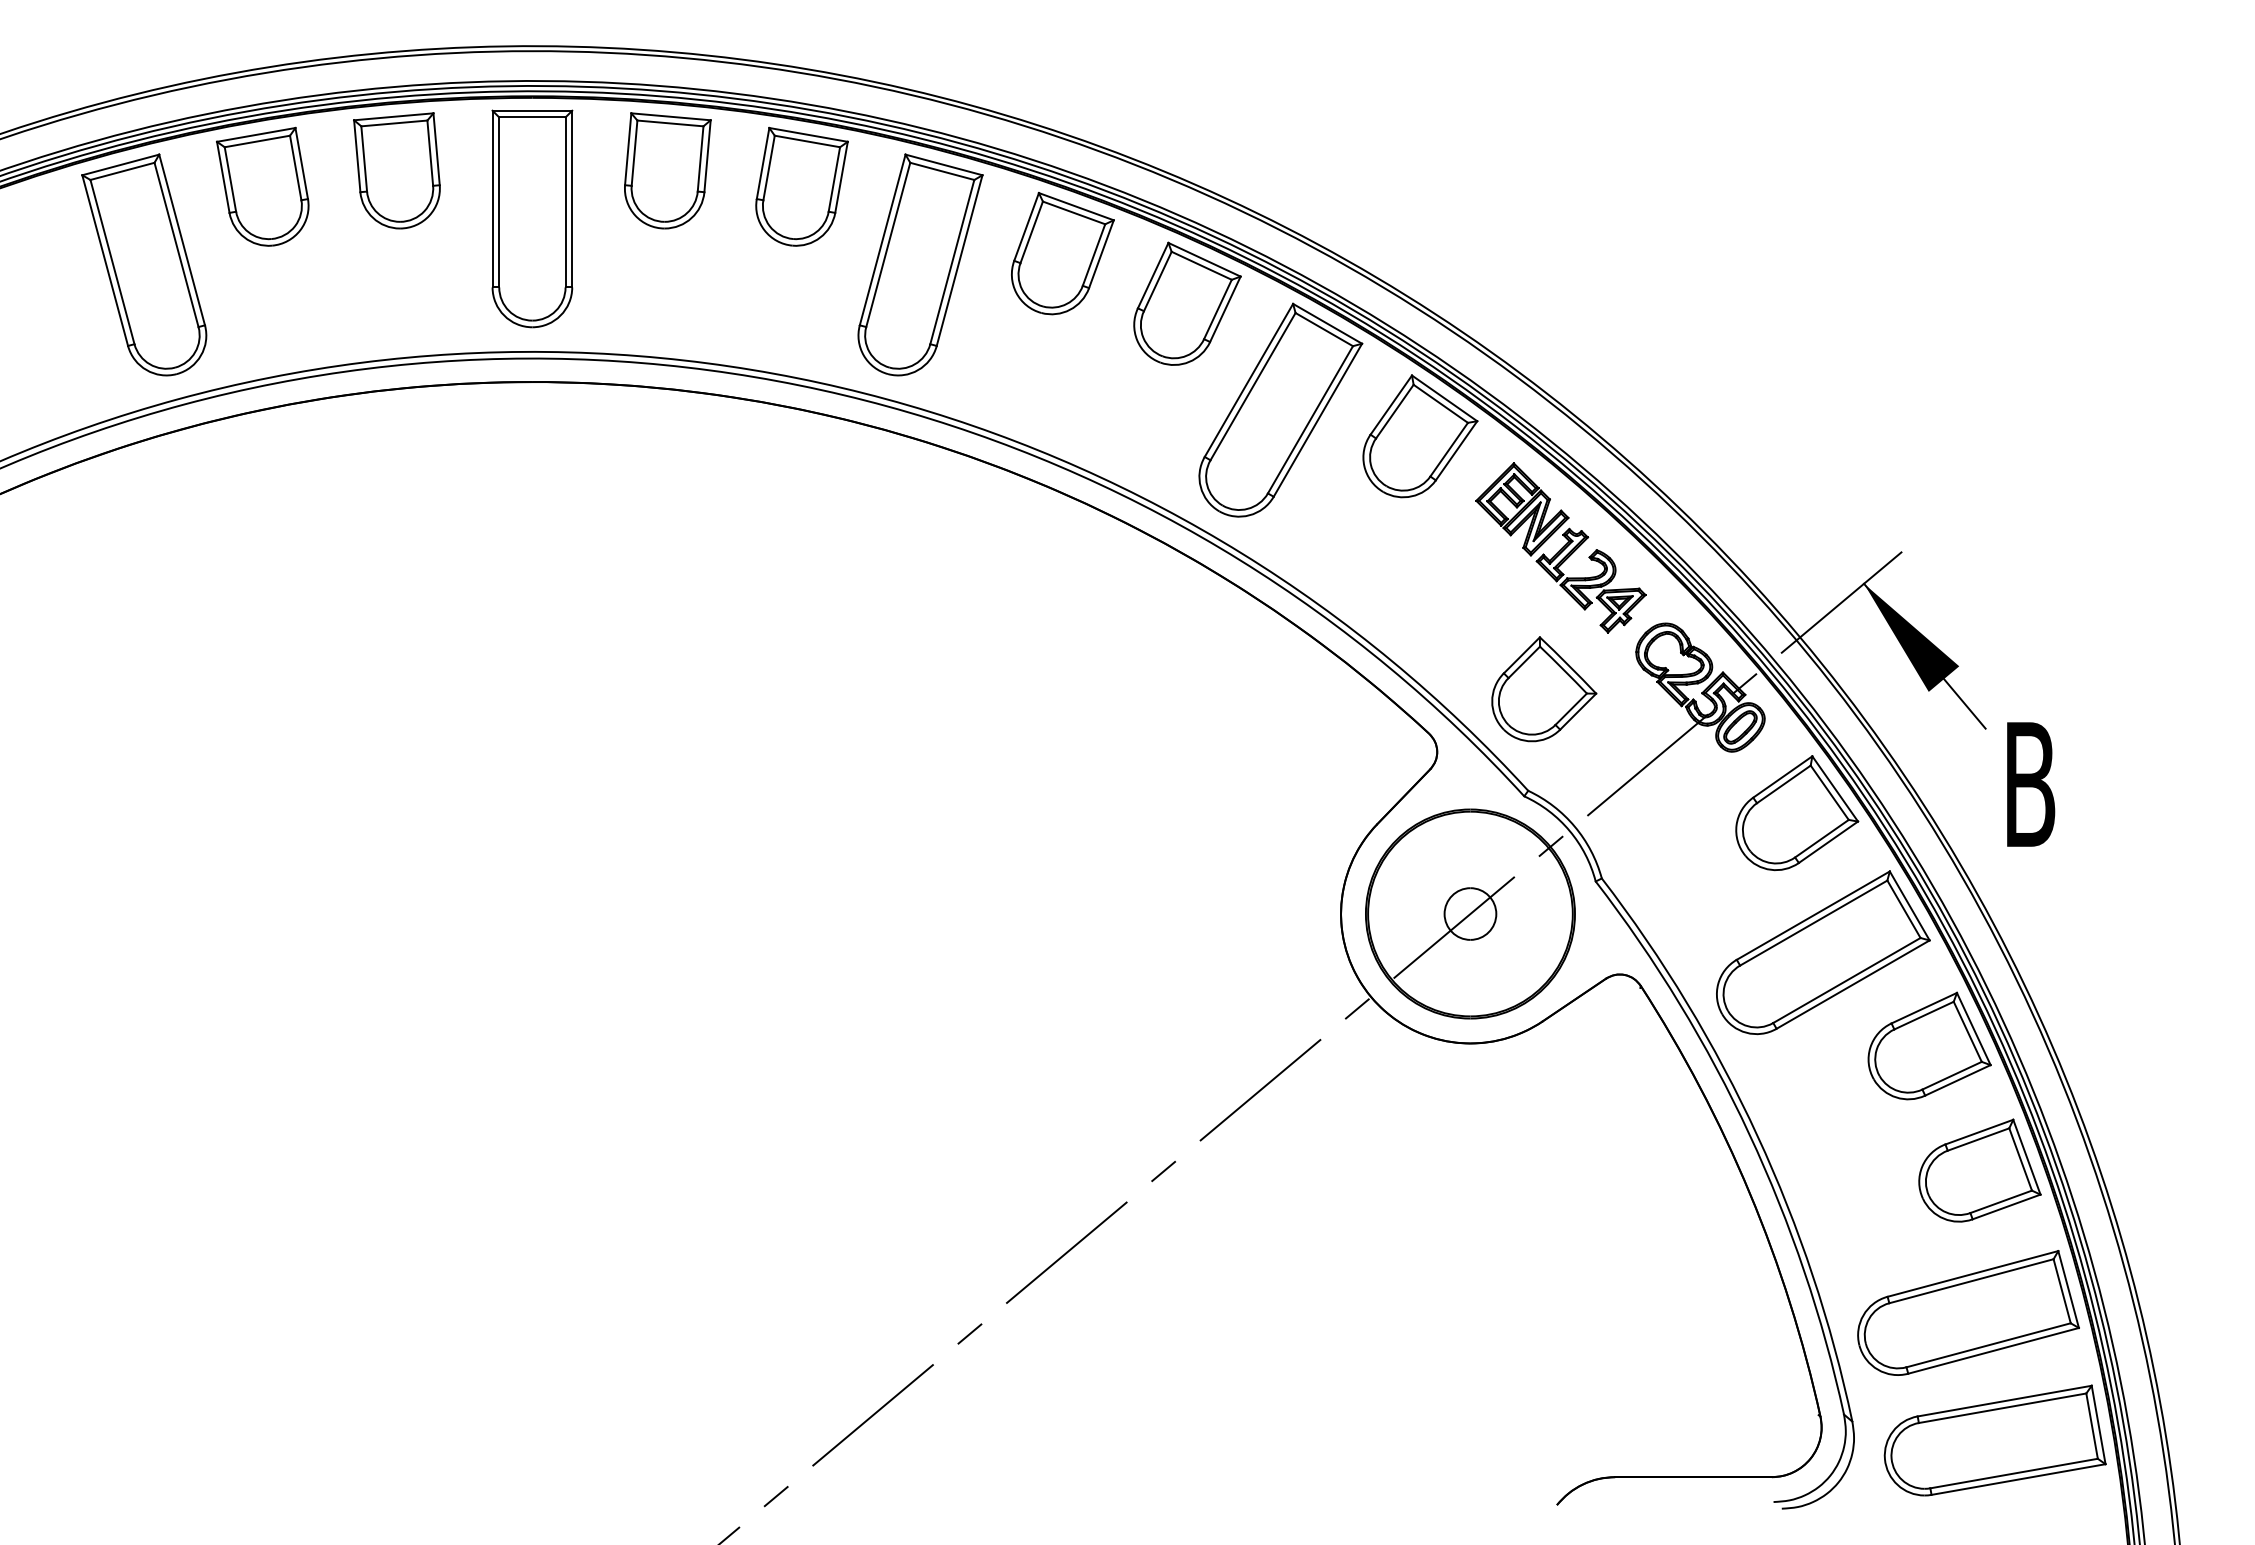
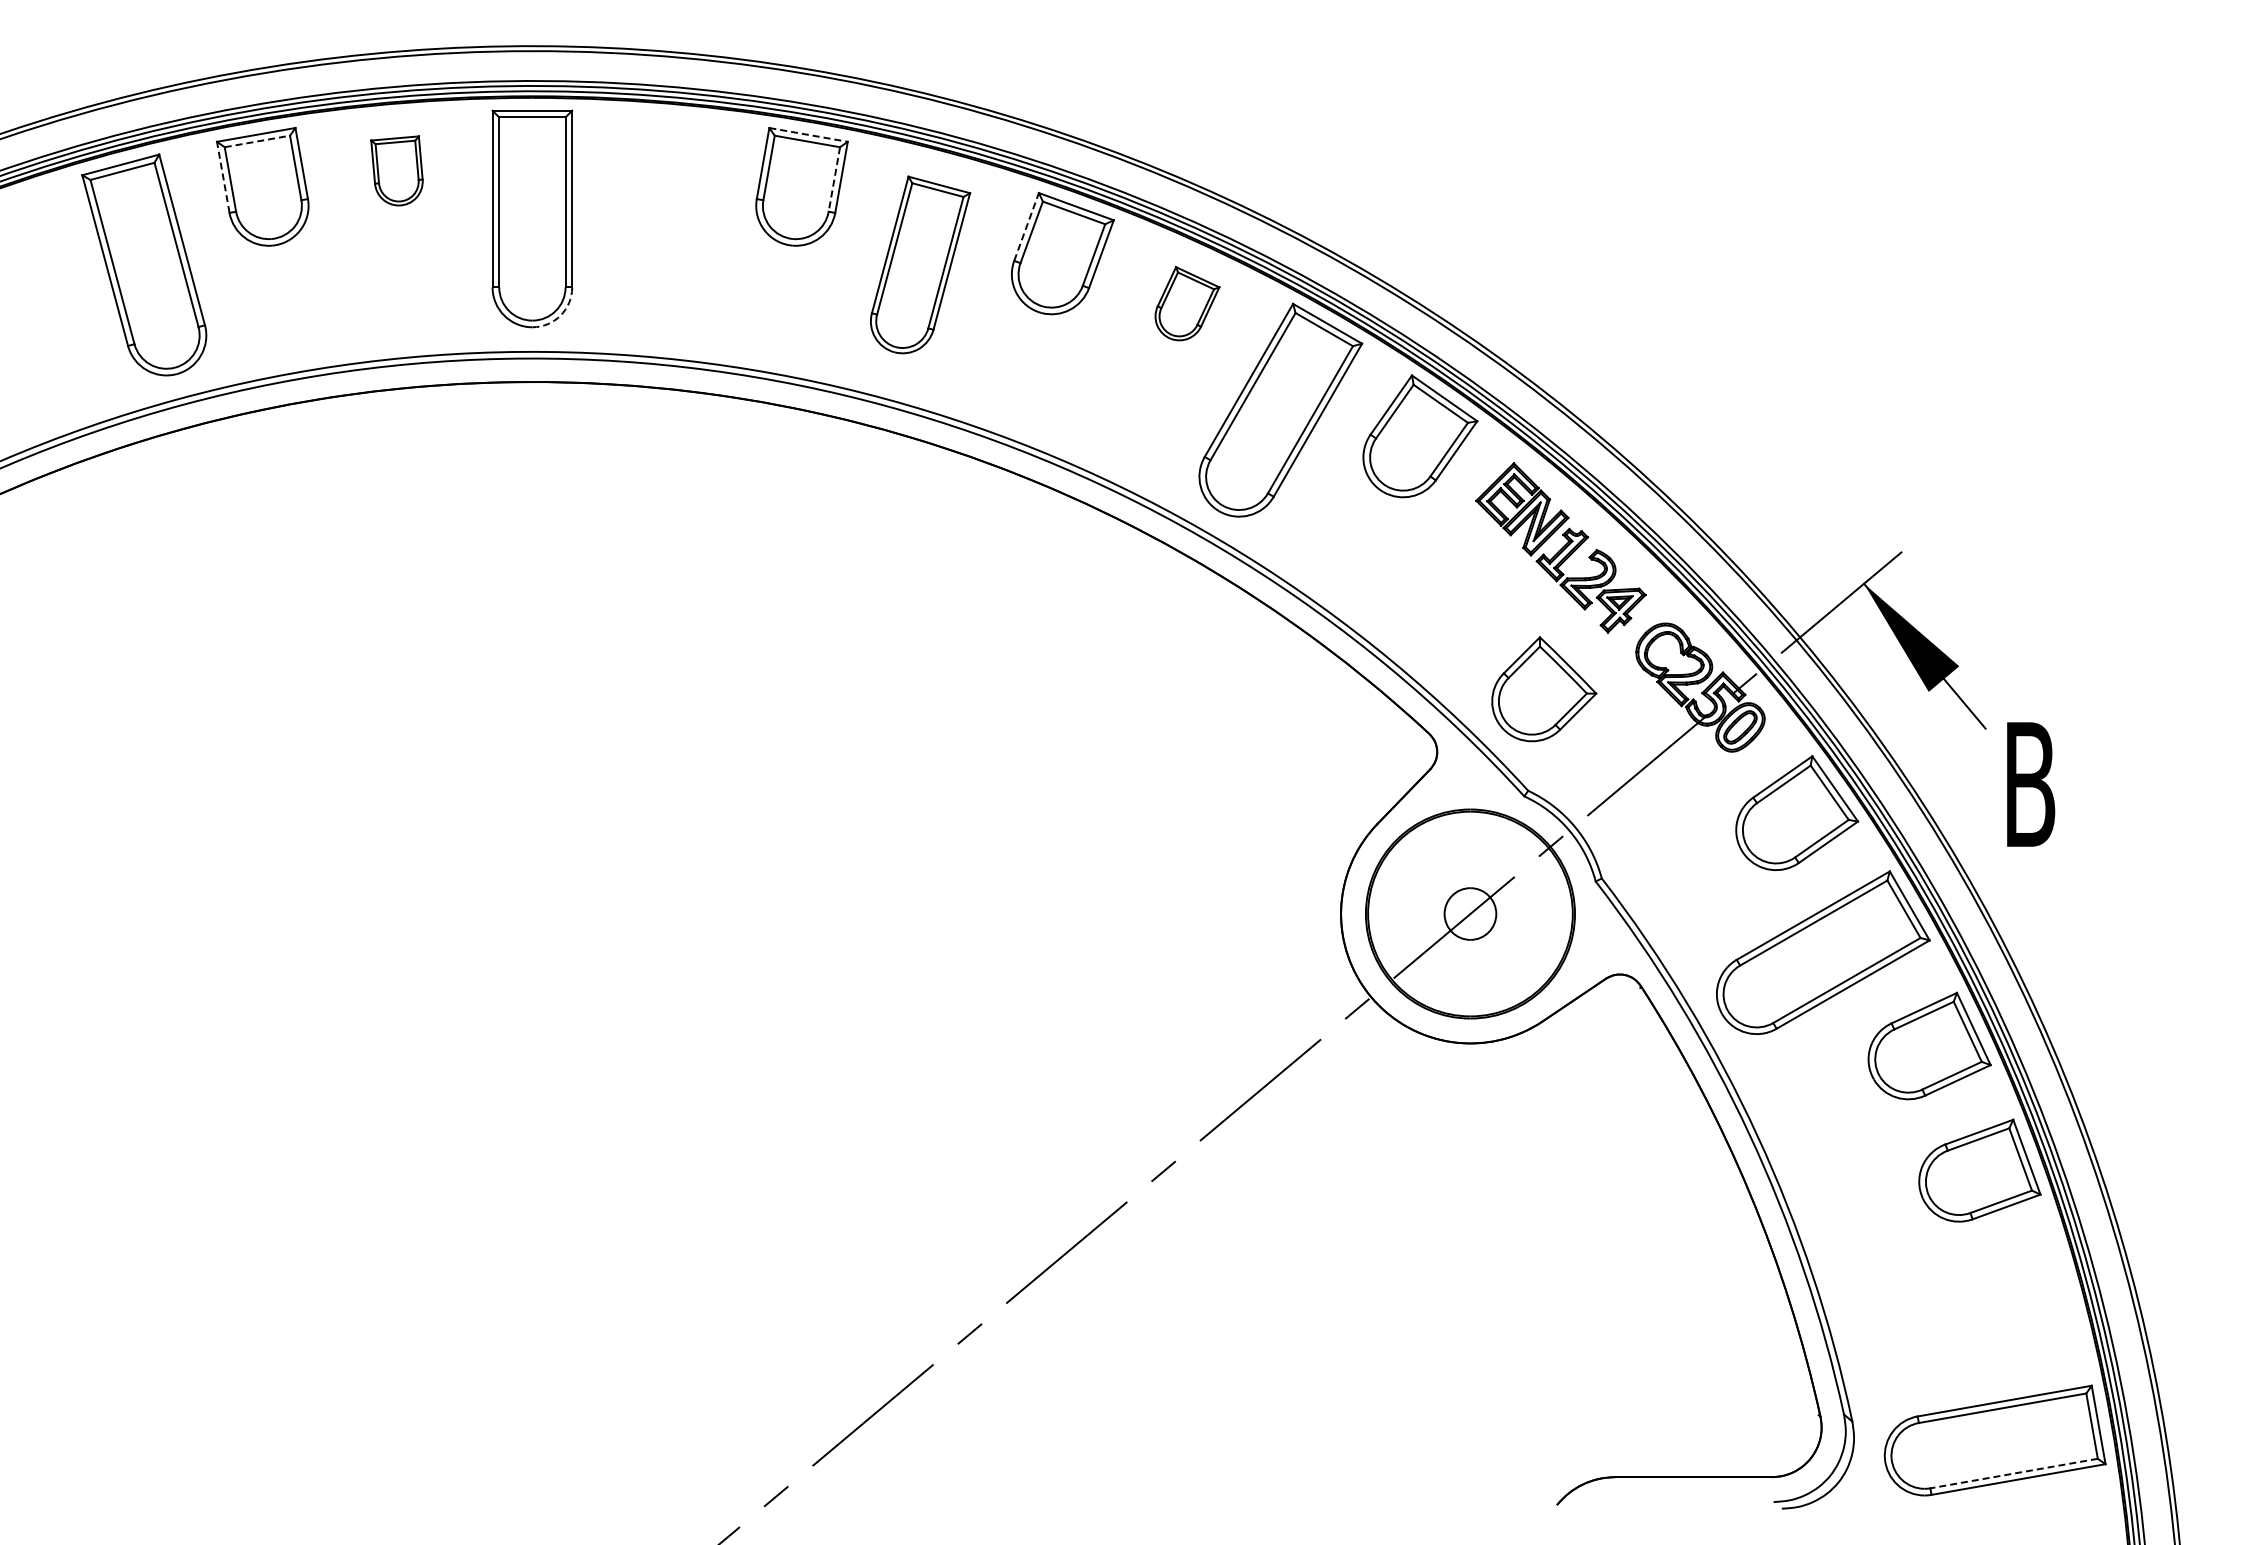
line at (808, 134): solid -> dashed
line at (257, 141): solid -> dashed
part at (396, 170) size: 88x118 px -> 54x72 px
part at (667, 170): present -> none
line at (223, 176): solid -> dashed
line at (834, 179): solid -> dashed
line at (1026, 226): solid -> dashed
part at (920, 264) size: 127x224 px -> 102x180 px
part at (1187, 303) size: 109x125 px -> 67x76 px
arc at (560, 315): solid -> dashed
part at (1968, 1312): present -> none
line at (2013, 1473): solid -> dashed
